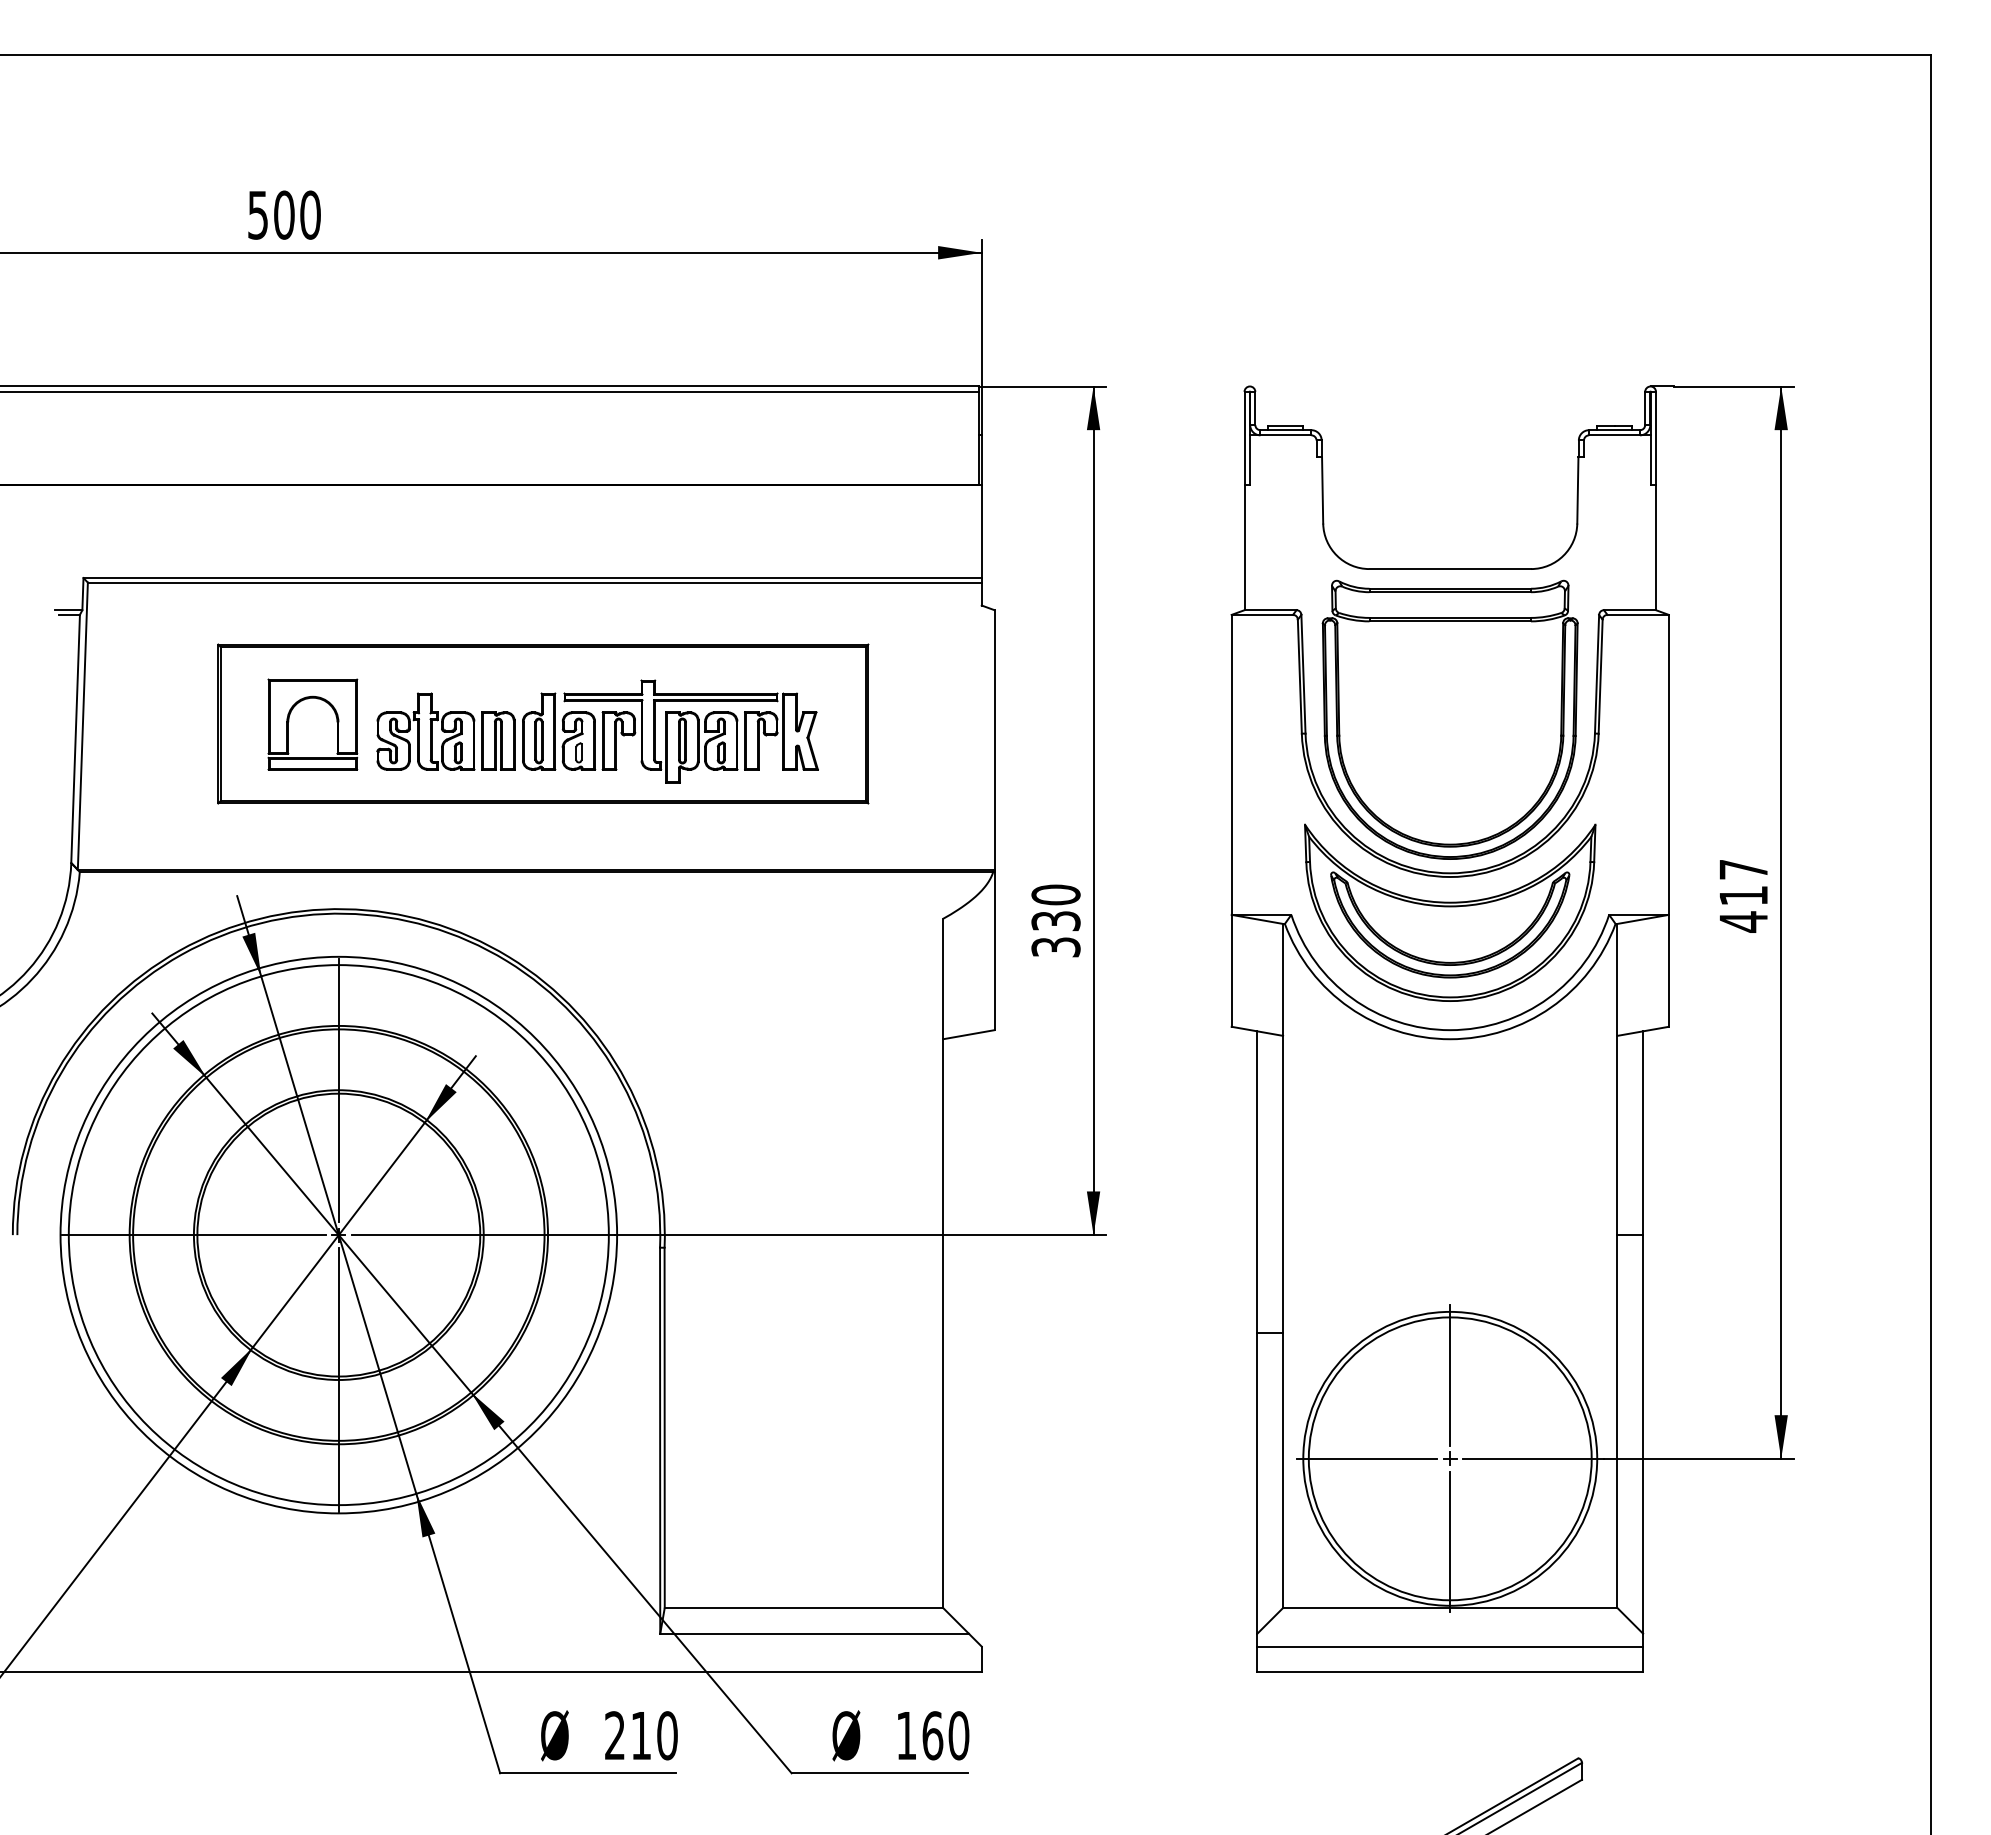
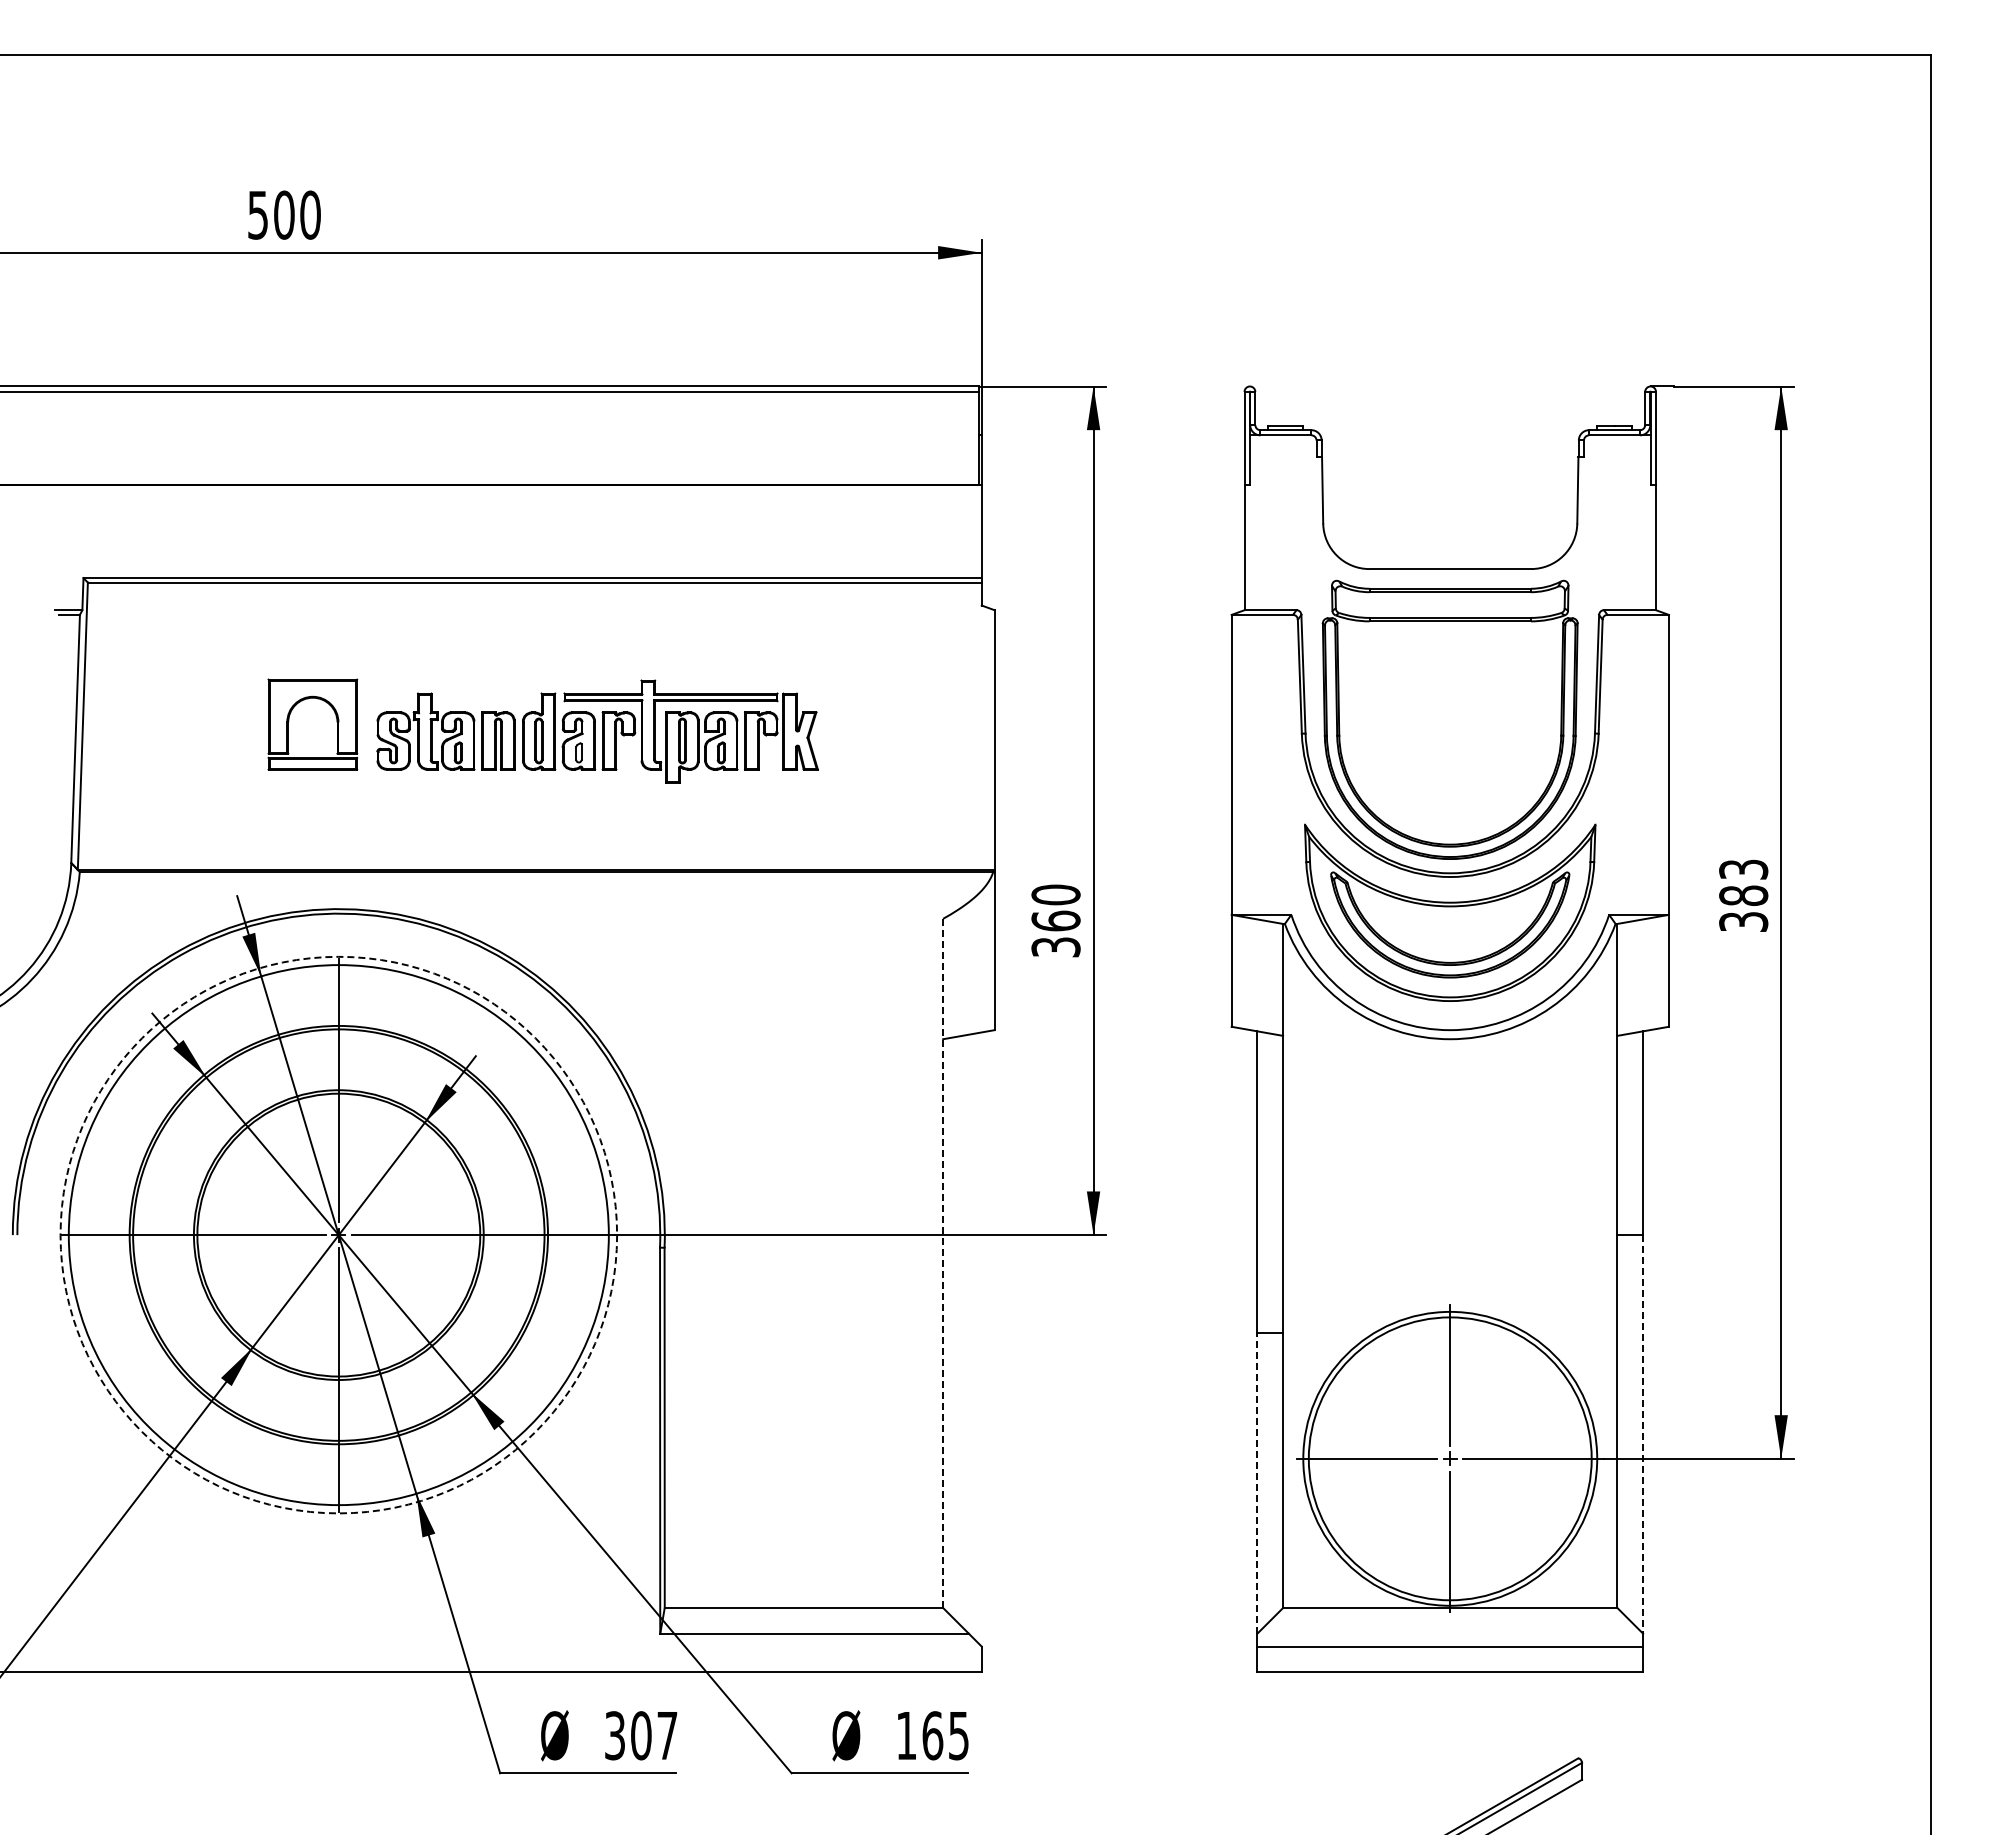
part at (543, 723): present -> none
text at (1743, 895): 417 -> 383
text at (1055, 920): 330 -> 360
circle at (338, 1234): solid -> dashed
line at (943, 1263): solid -> dashed
line at (1643, 1434): solid -> dashed
line at (1257, 1482): solid -> dashed
text at (641, 1735): 210 -> 307
text at (958, 1735): 160 -> 165
